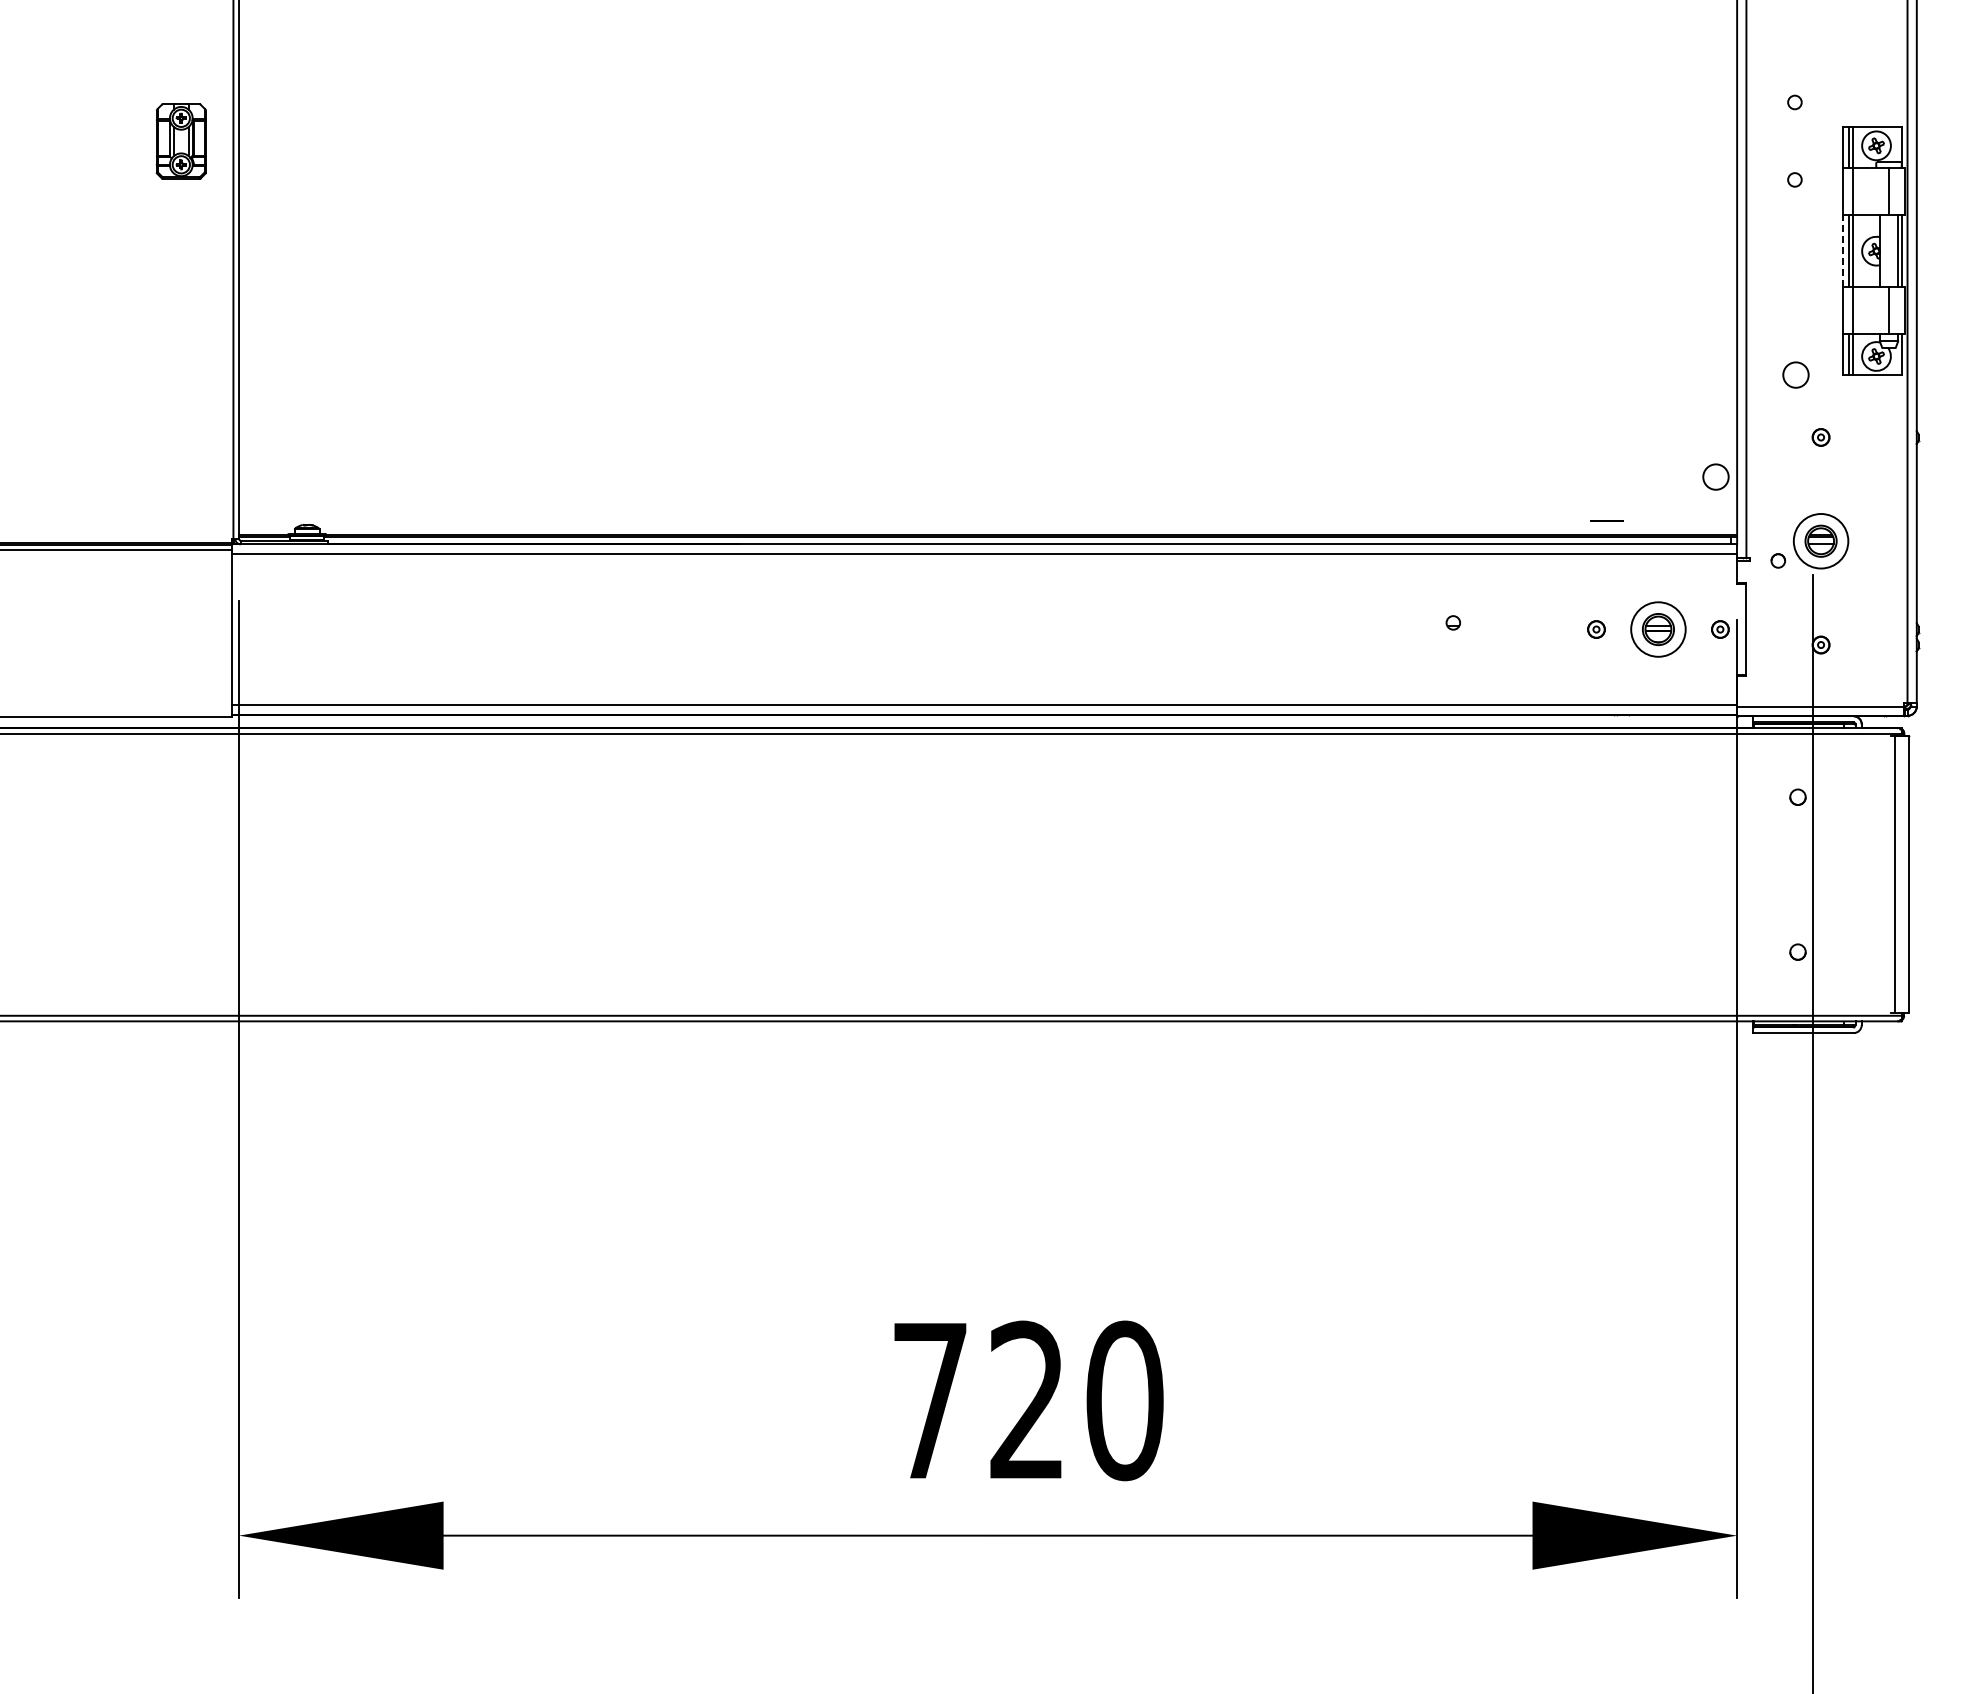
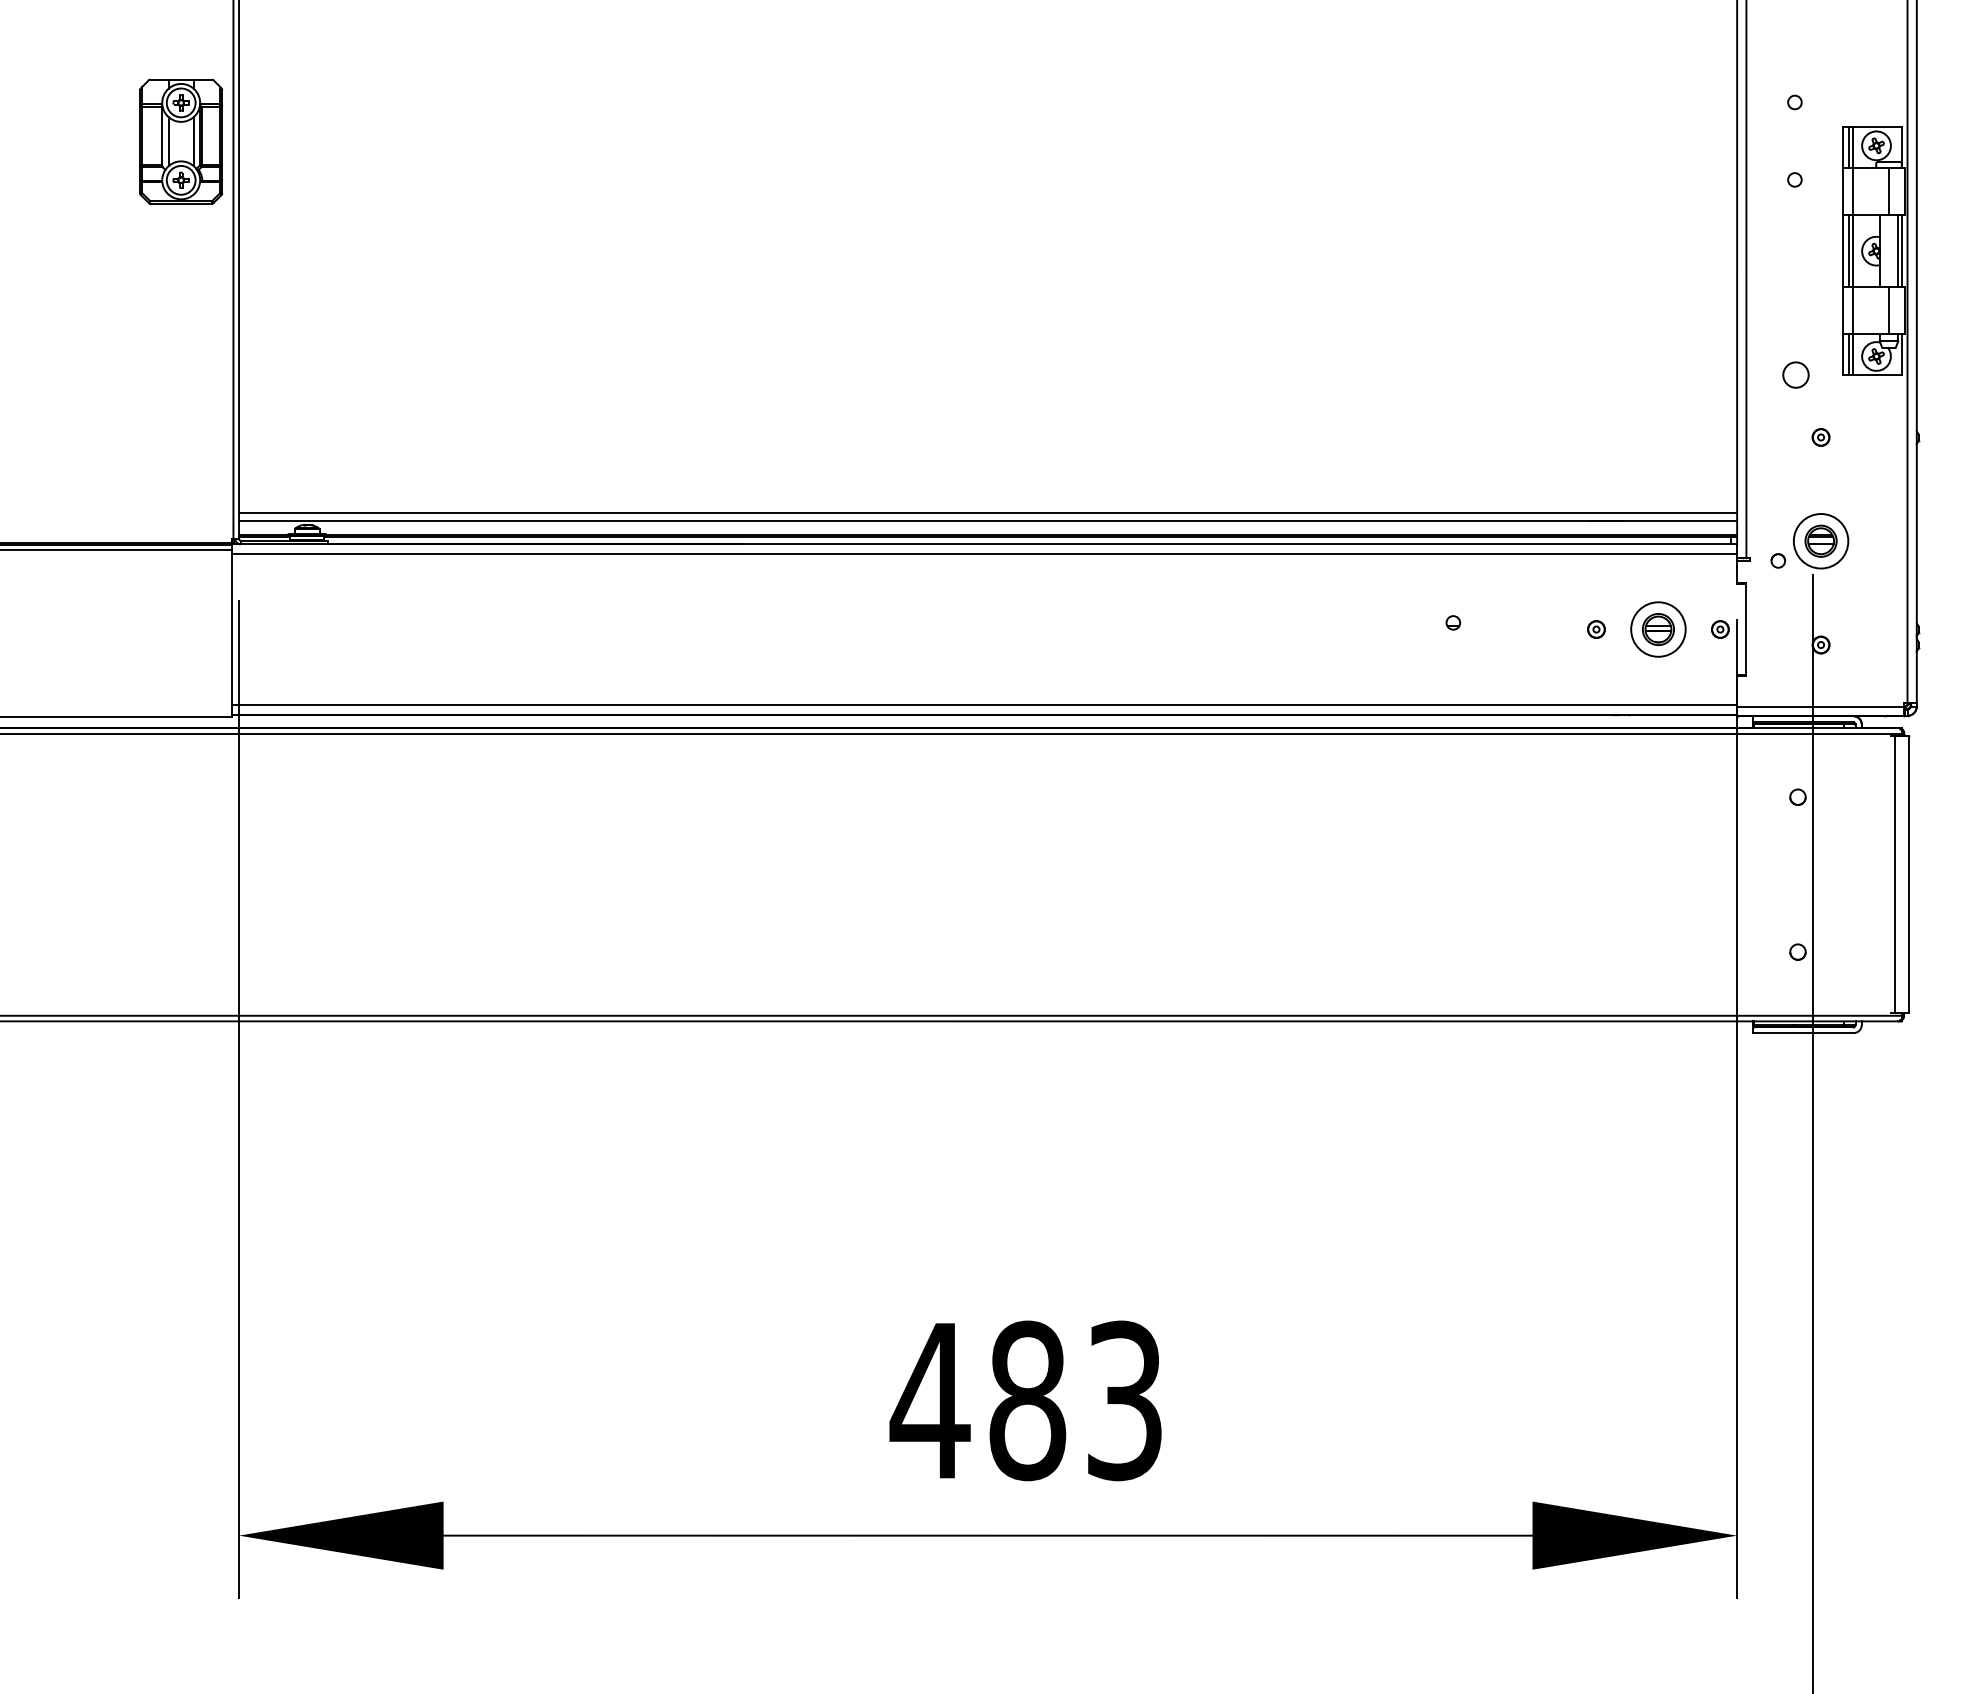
part at (180, 141) size: 52x77 px -> 85x127 px
line at (1842, 251): dashed -> solid
circle at (1715, 476): present -> none
line at (988, 513): none -> present
line at (988, 521): none -> present
text at (1026, 1400): 720 -> 483
